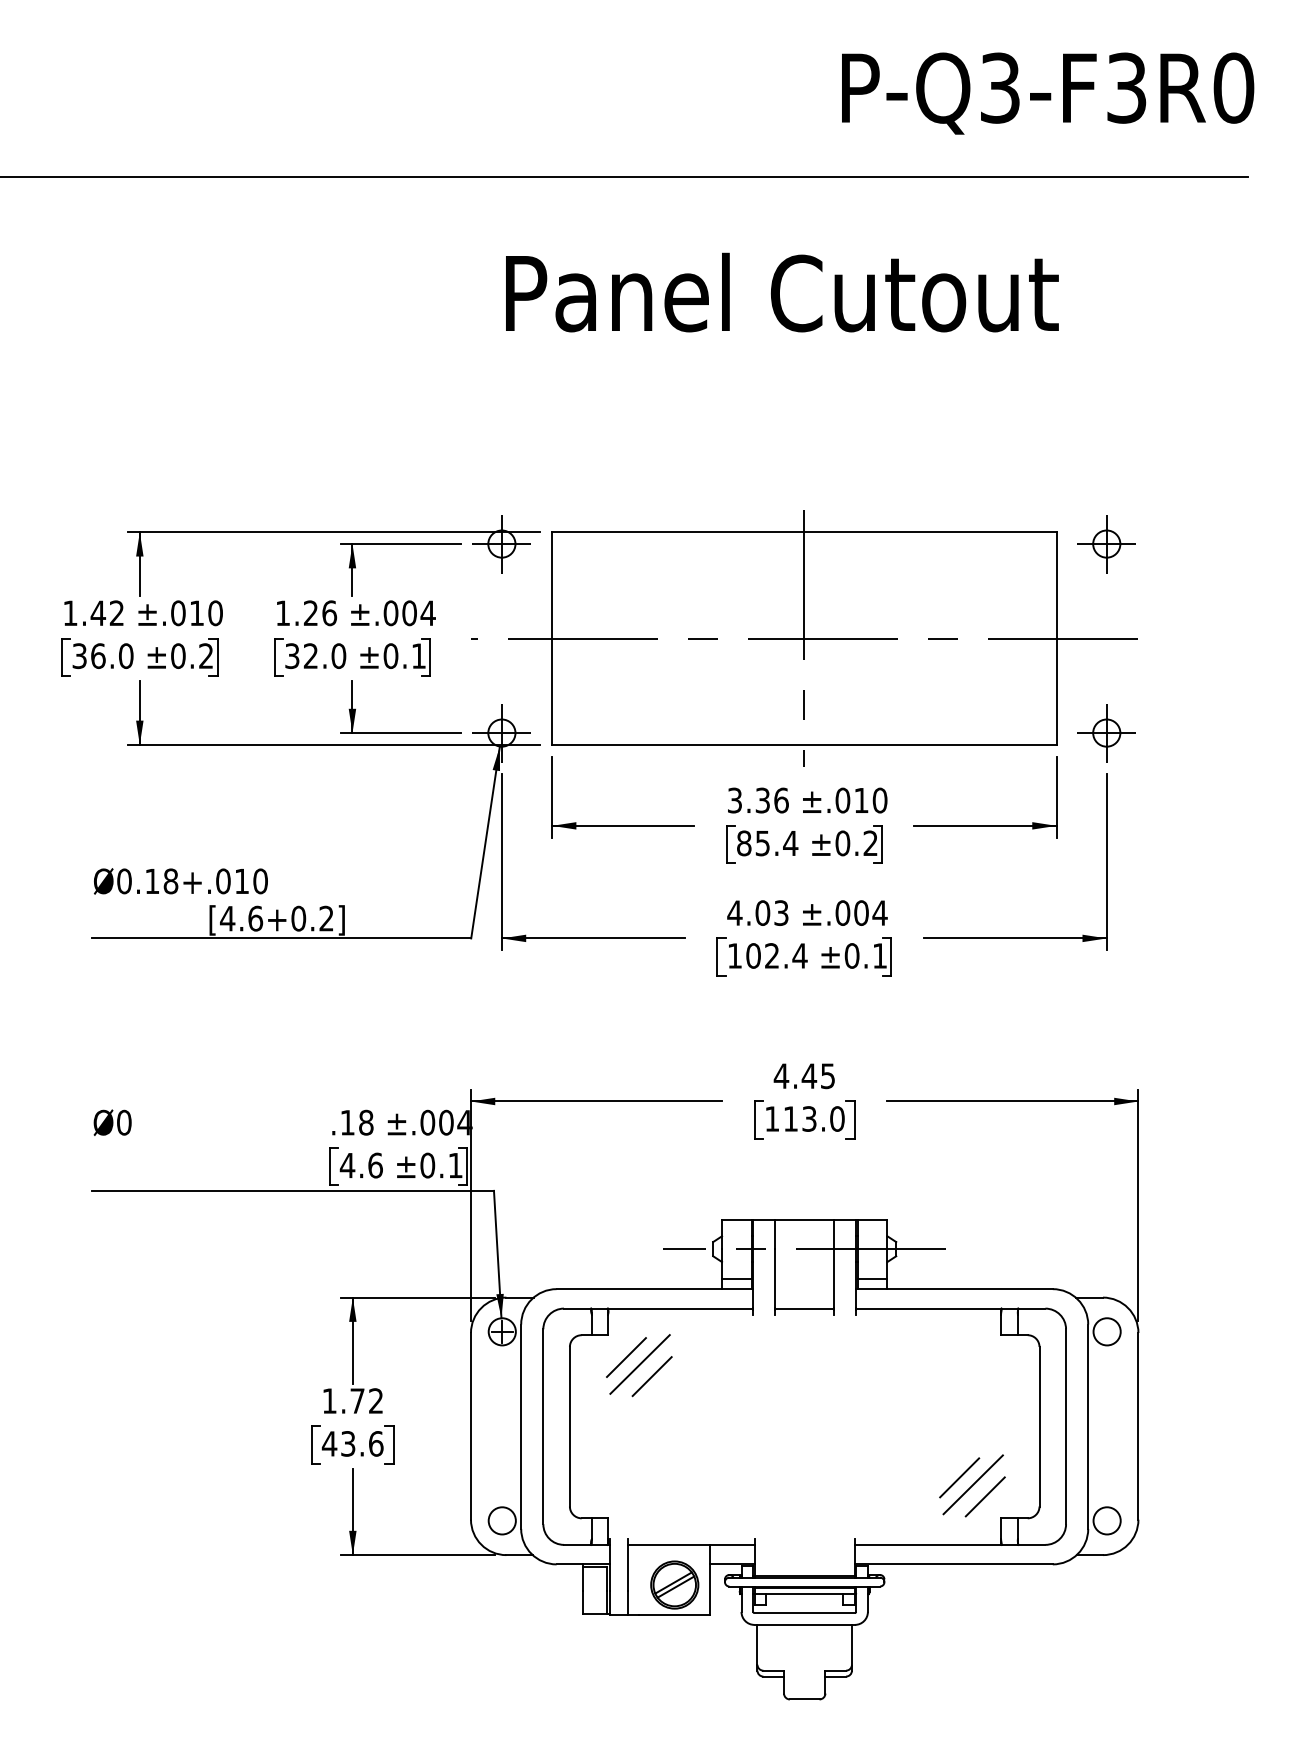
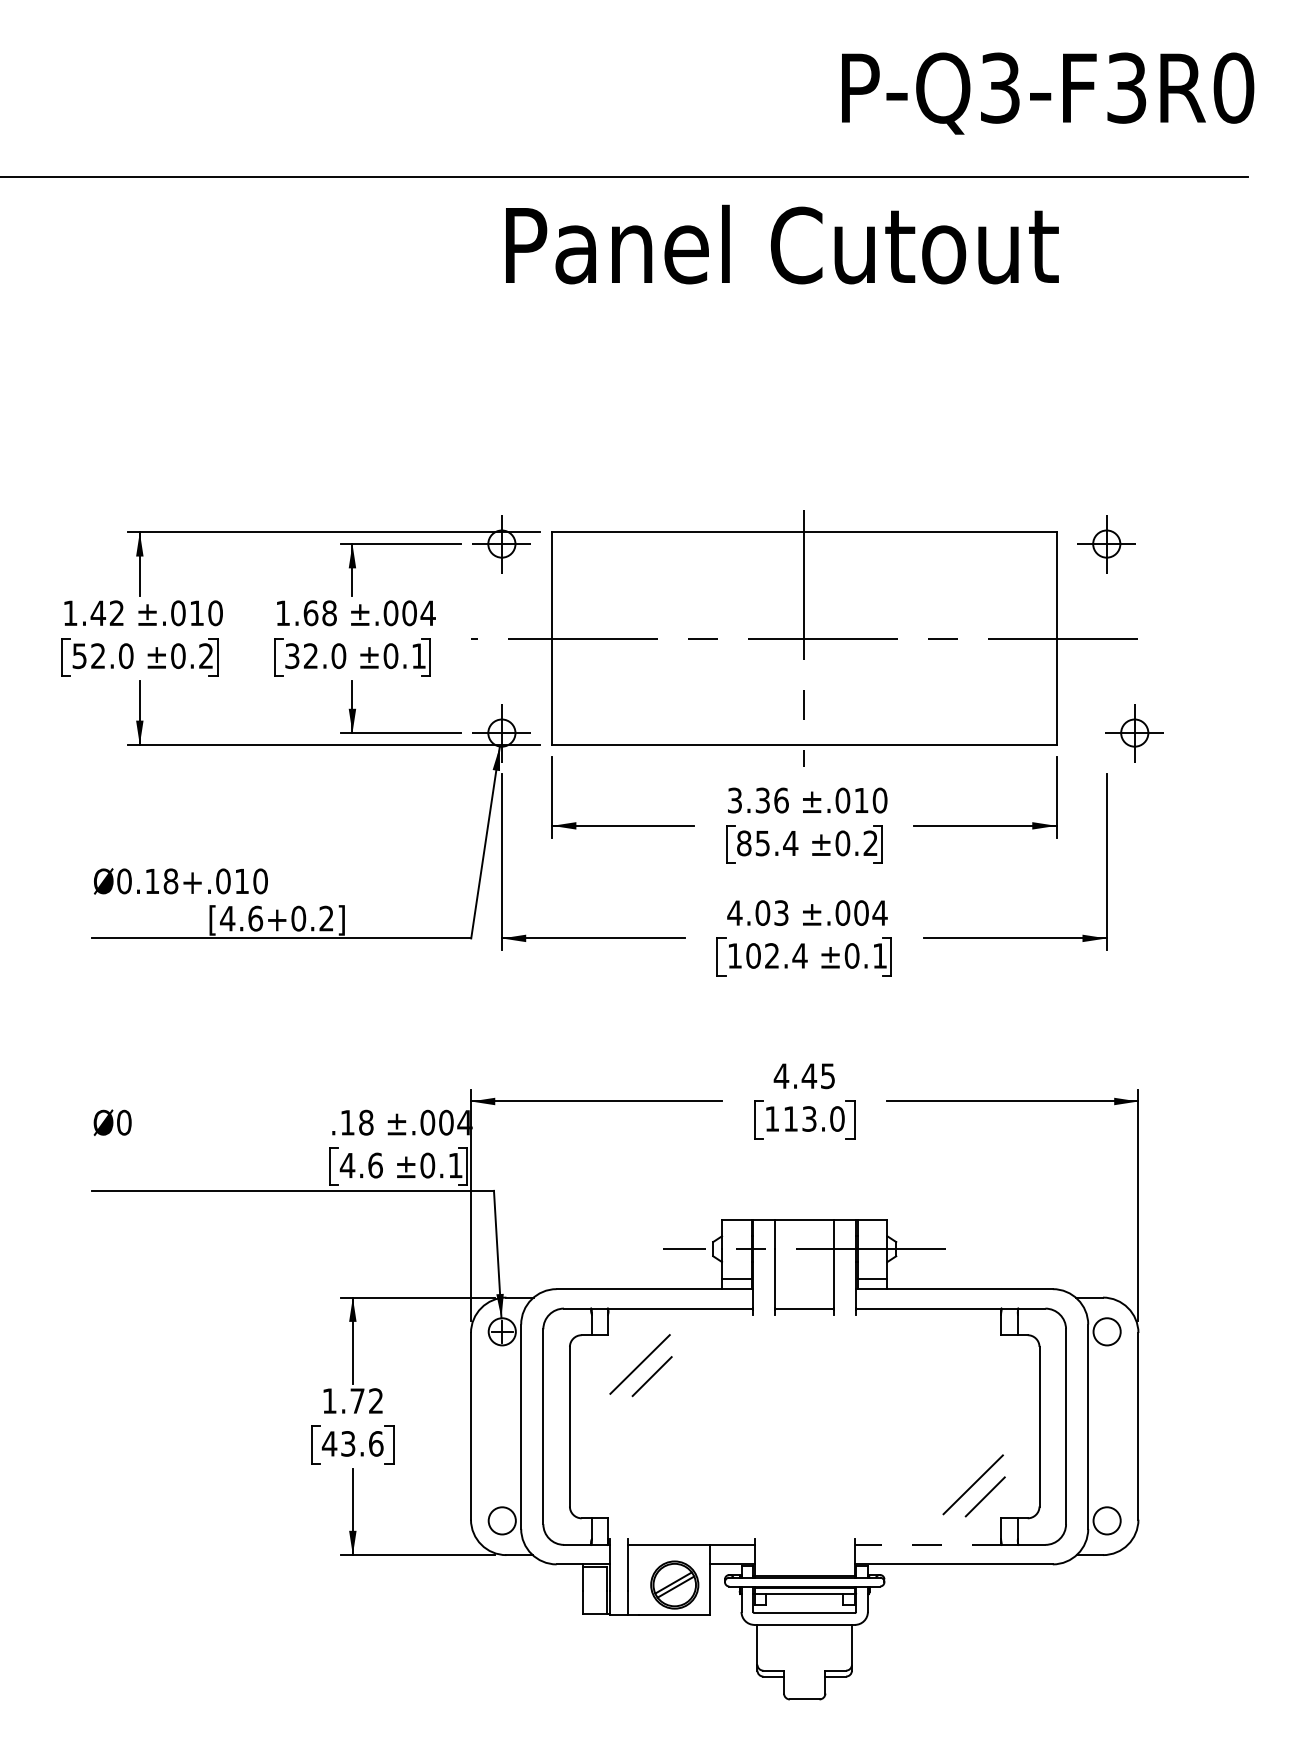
text at (782, 292) position: (782, 292) -> (782, 244)
text at (320, 613): 1.26 -> 1.68
text at (89, 656): 36.0 -> 52.0
part at (1106, 733) position: (1106, 733) -> (1134, 733)
line at (625, 1357): present -> none
line at (959, 1477): present -> none
line at (927, 1544): solid -> dashed
